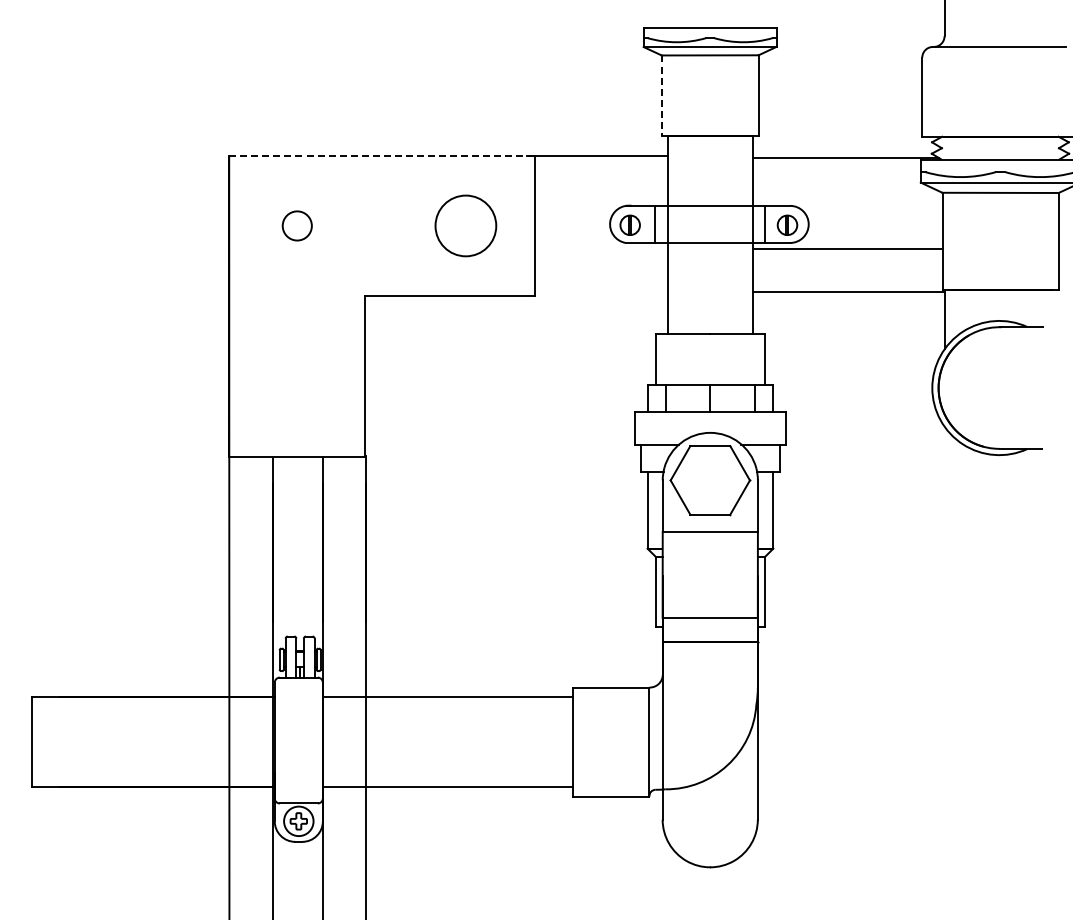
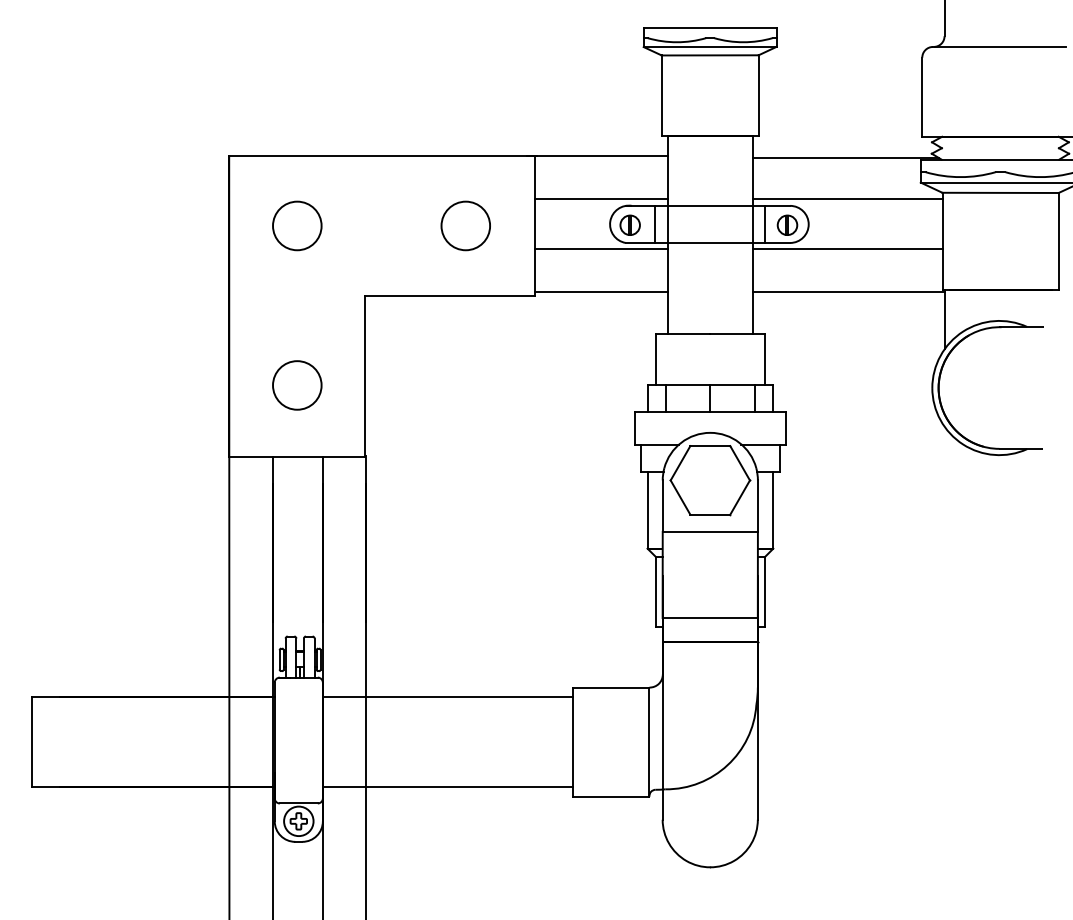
line at (661, 96): dashed -> solid
line at (383, 156): dashed -> solid
line at (601, 199): none -> present
line at (847, 199): none -> present
circle at (296, 225) diameter: 29 px -> 49 px
circle at (465, 225) size: 64x64 px -> 51x52 px
line at (601, 249): none -> present
line at (601, 292): none -> present
circle at (297, 385): none -> present
